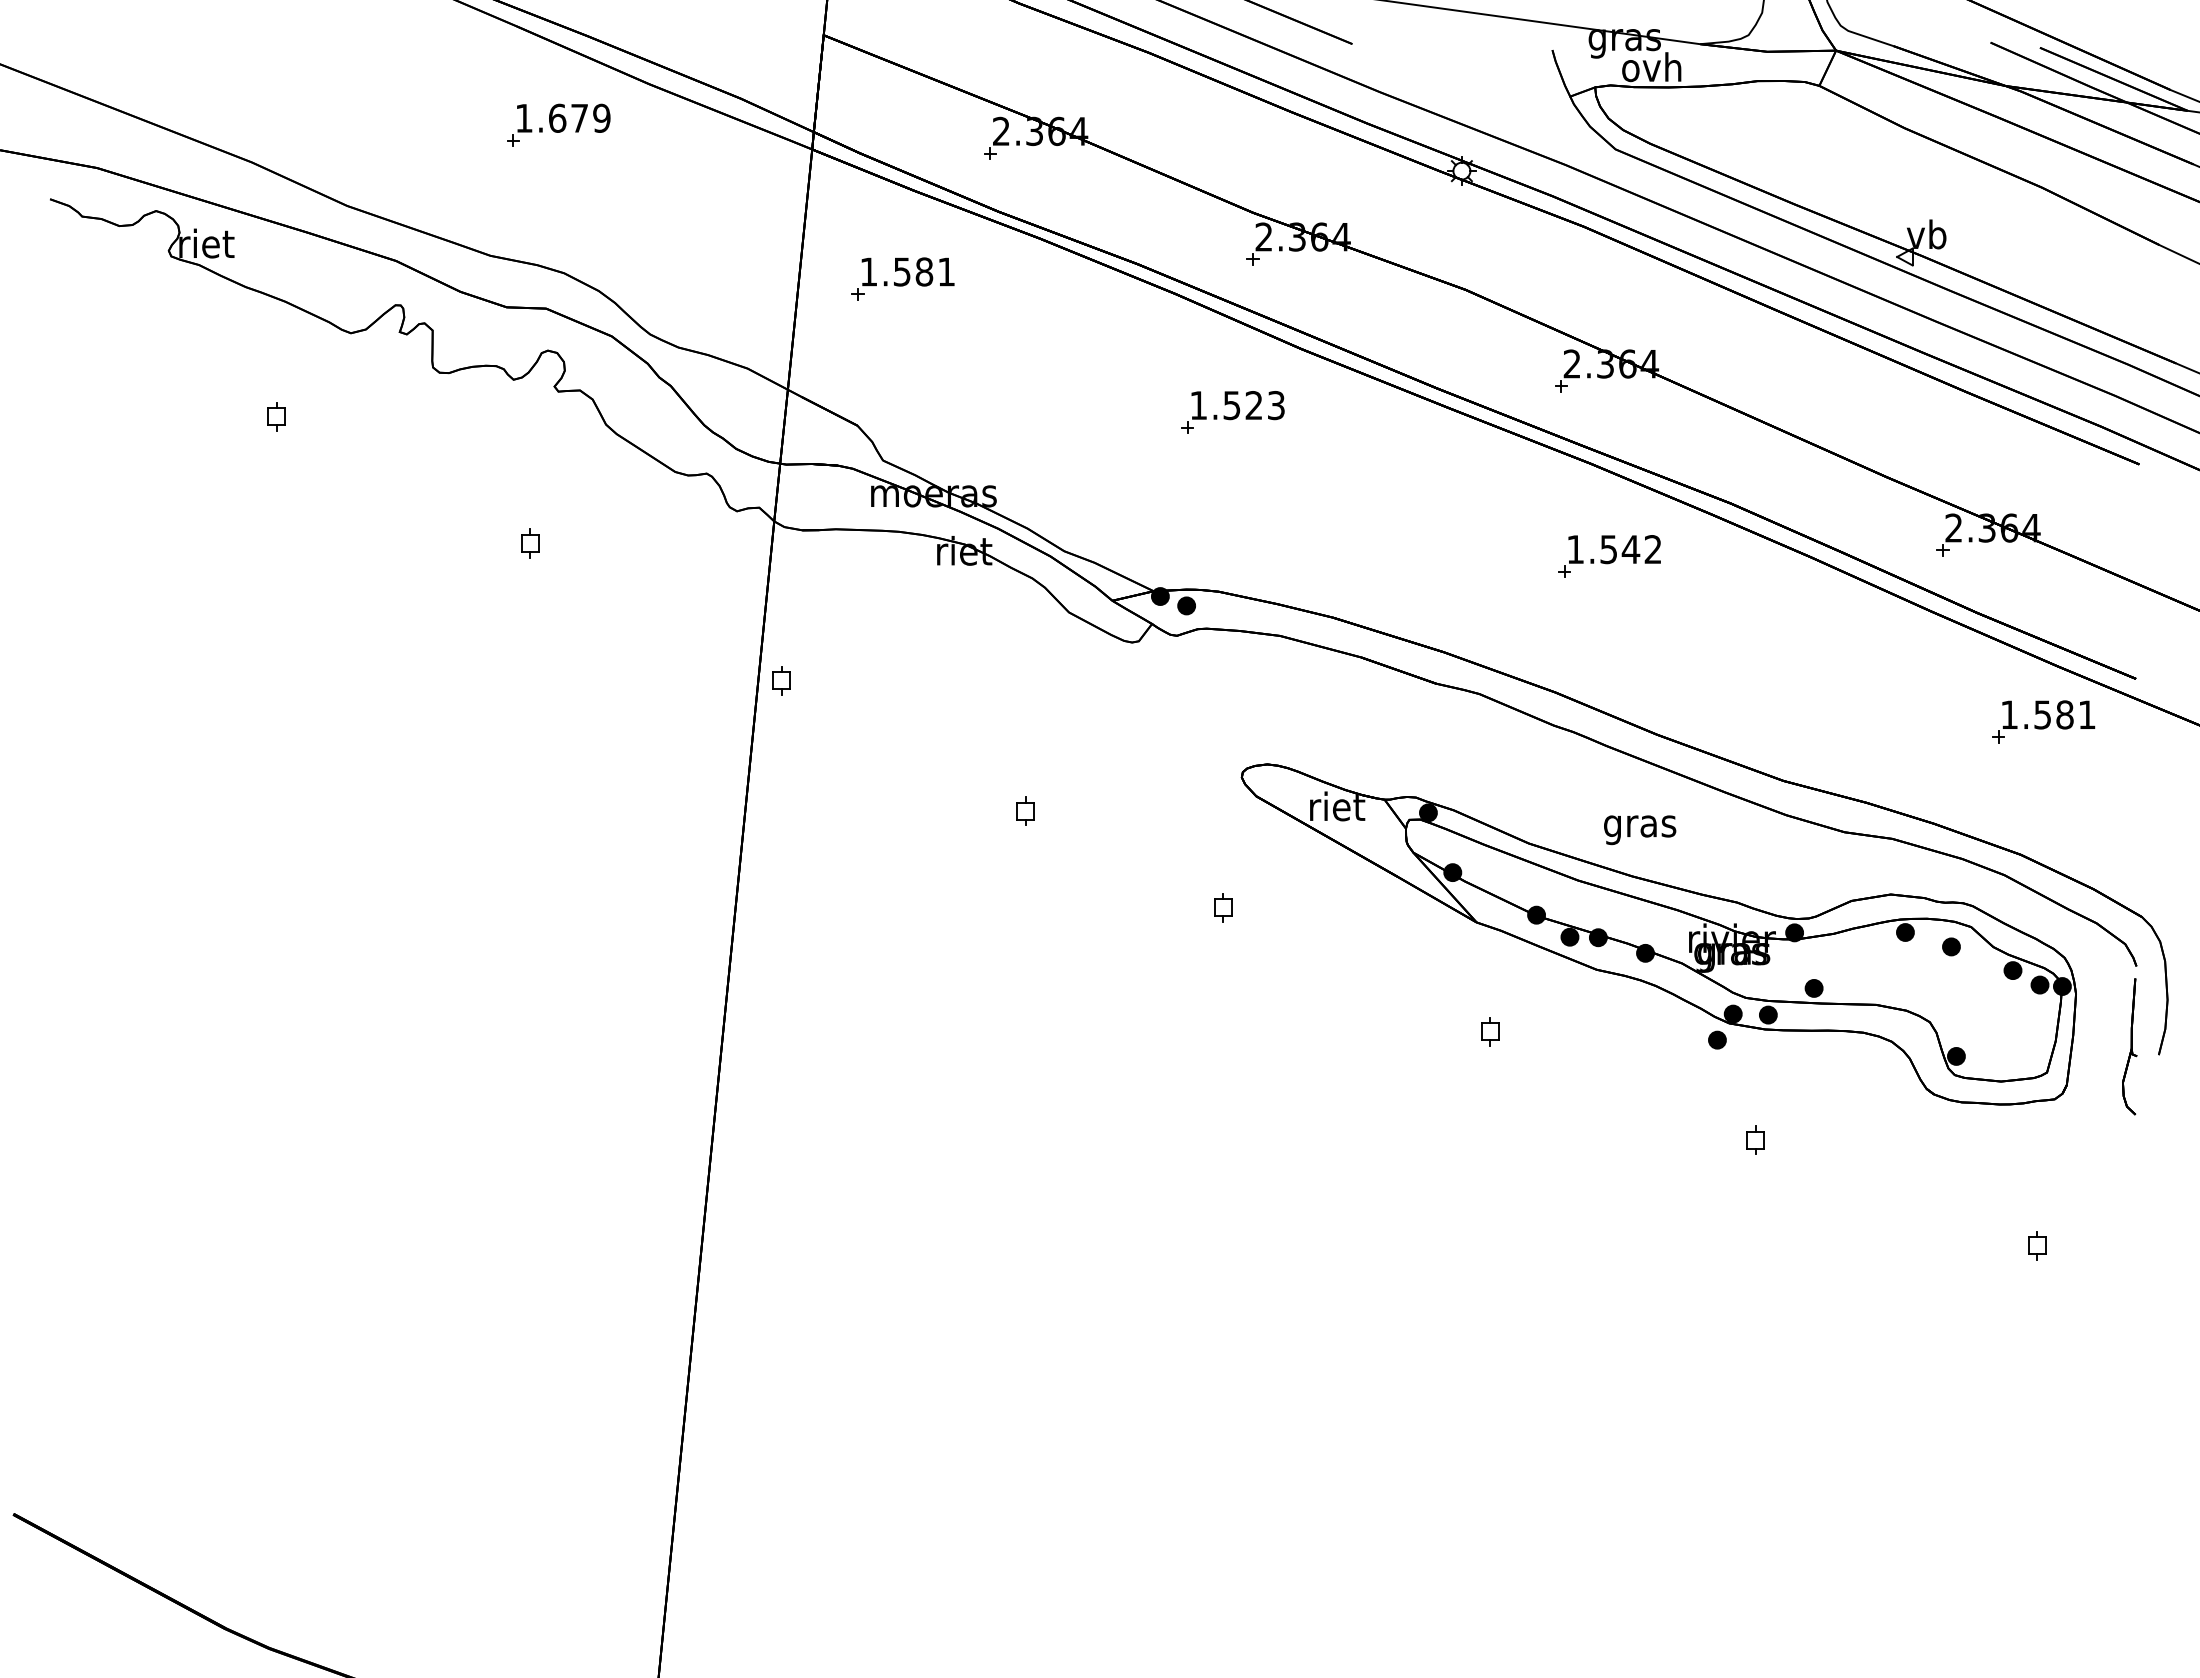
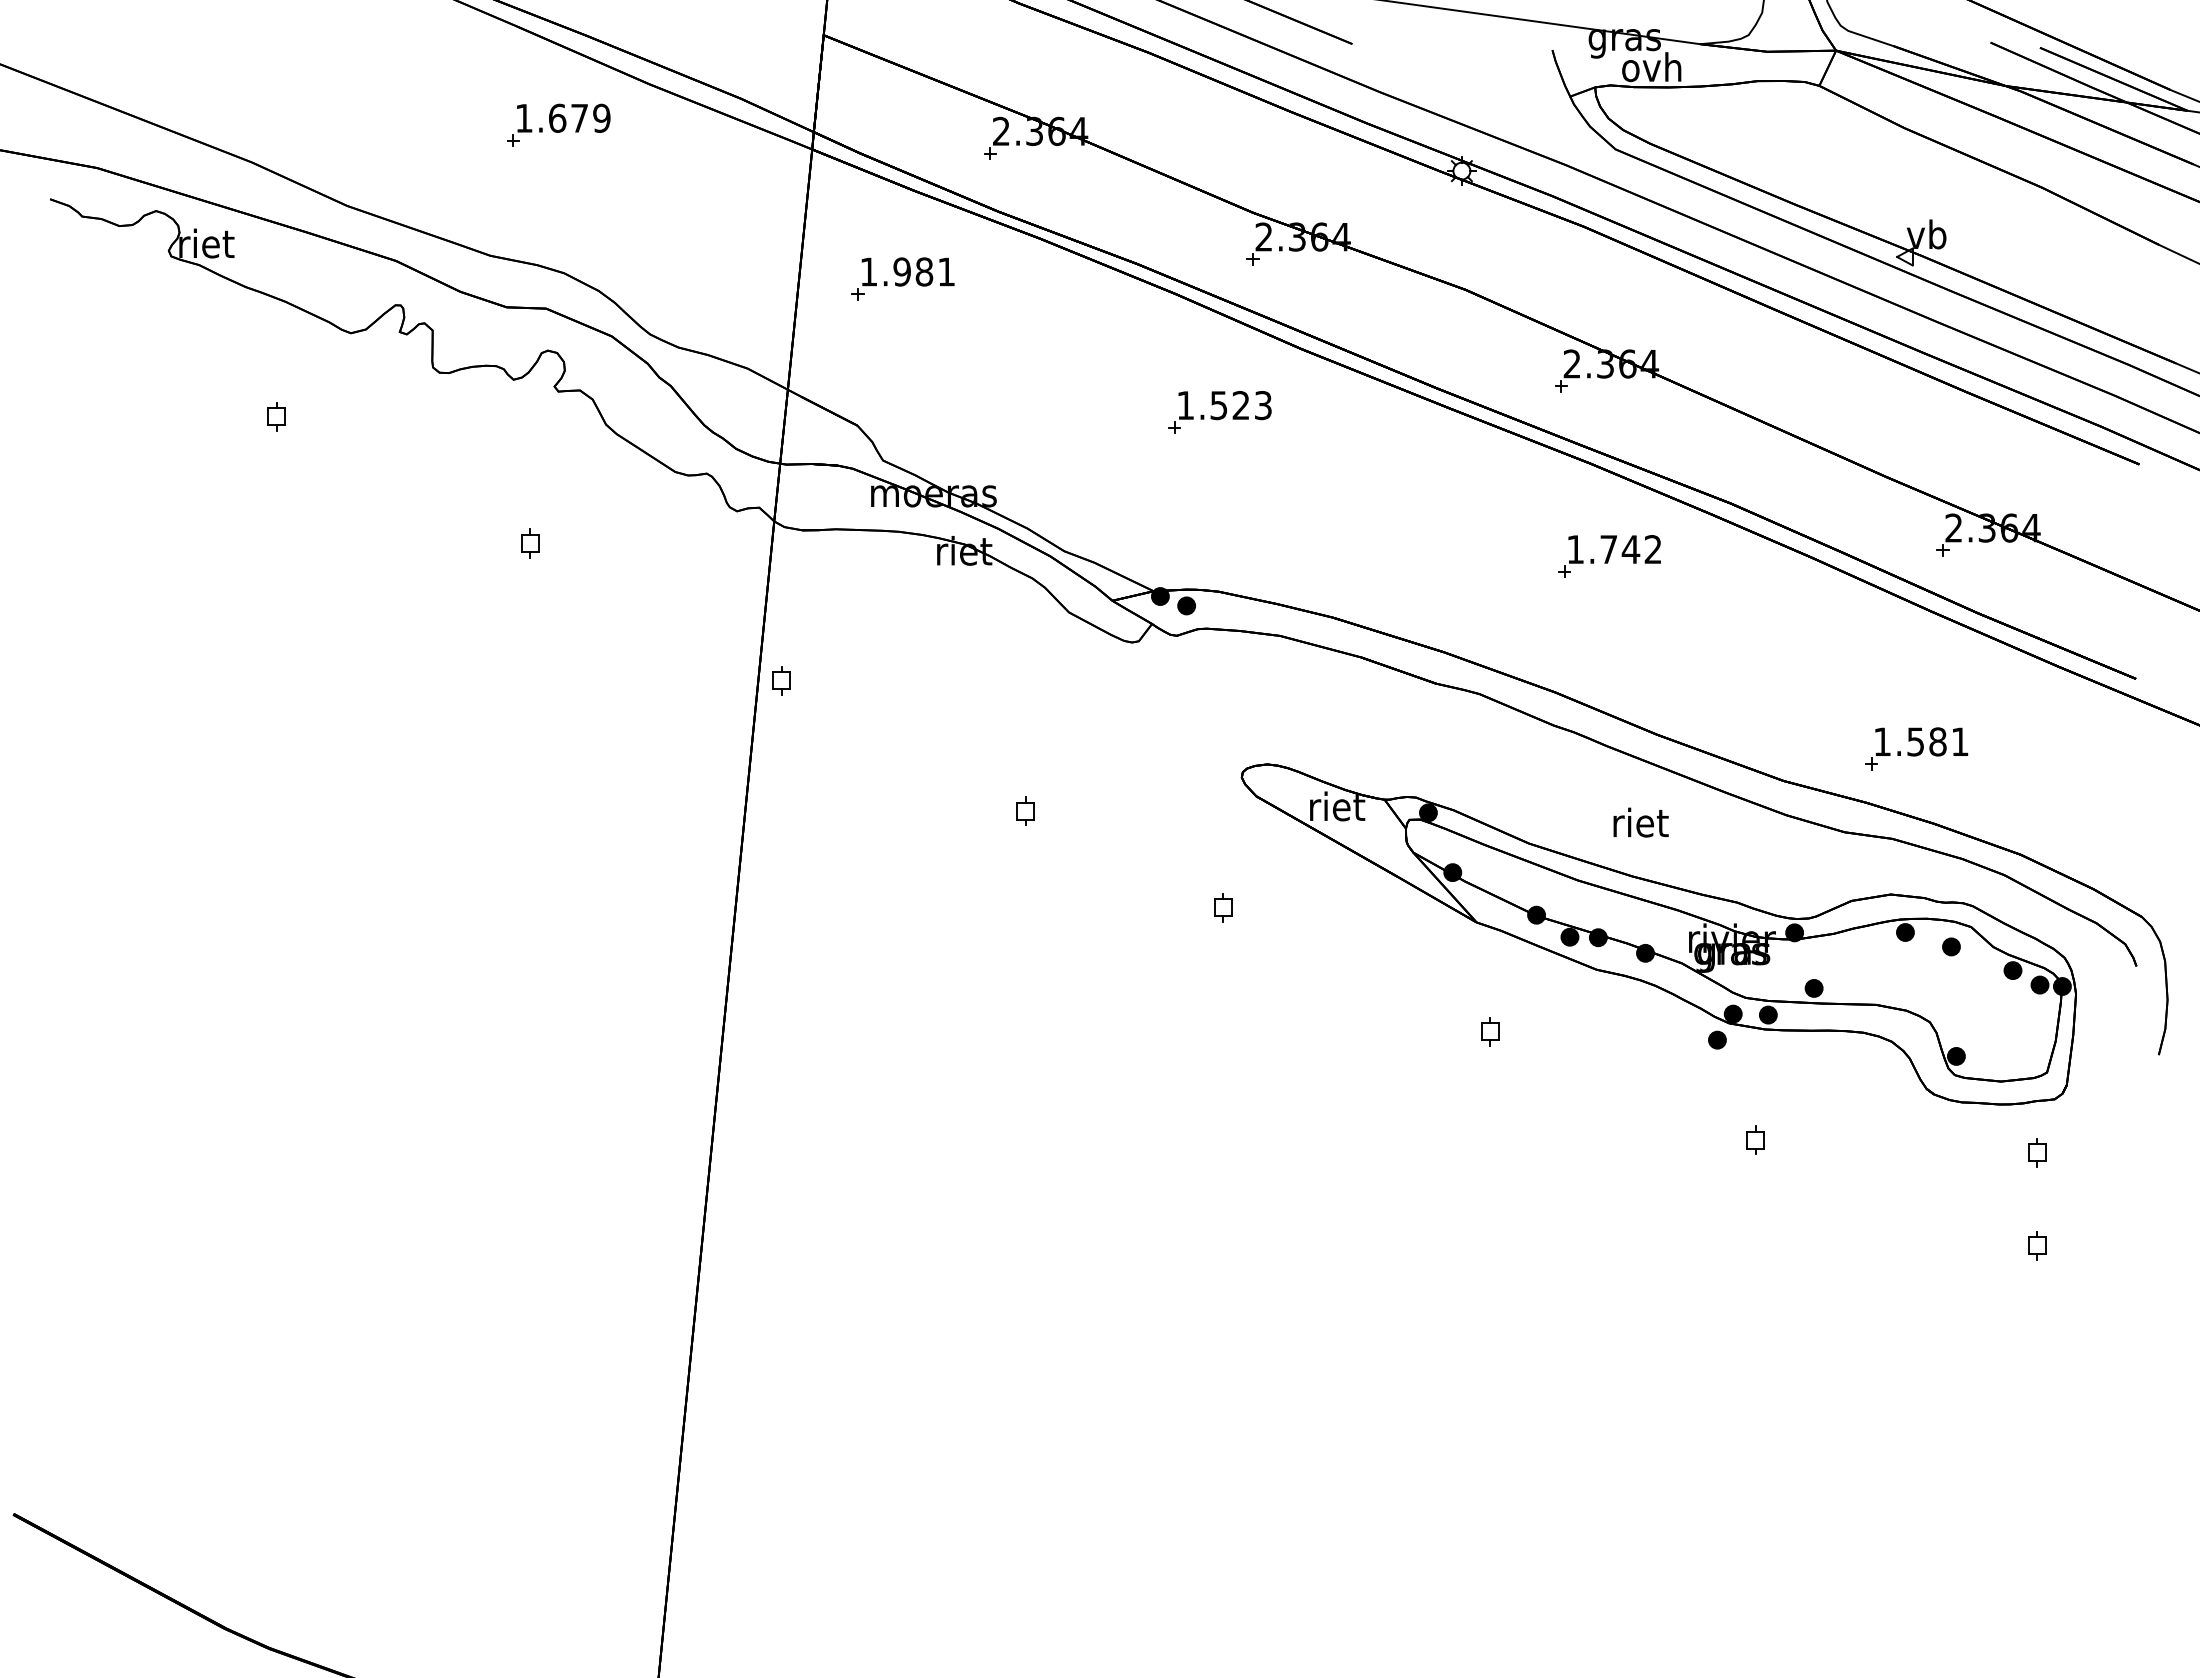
text at (901, 271): 1.581 -> 1.981
part at (1232, 412) position: (1232, 412) -> (1219, 412)
text at (1608, 549): 1.542 -> 1.742
part at (2043, 721) position: (2043, 721) -> (1916, 748)
text at (1640, 826): gras -> riet
part at (2129, 1046): present -> none
part at (2037, 1152): none -> present
